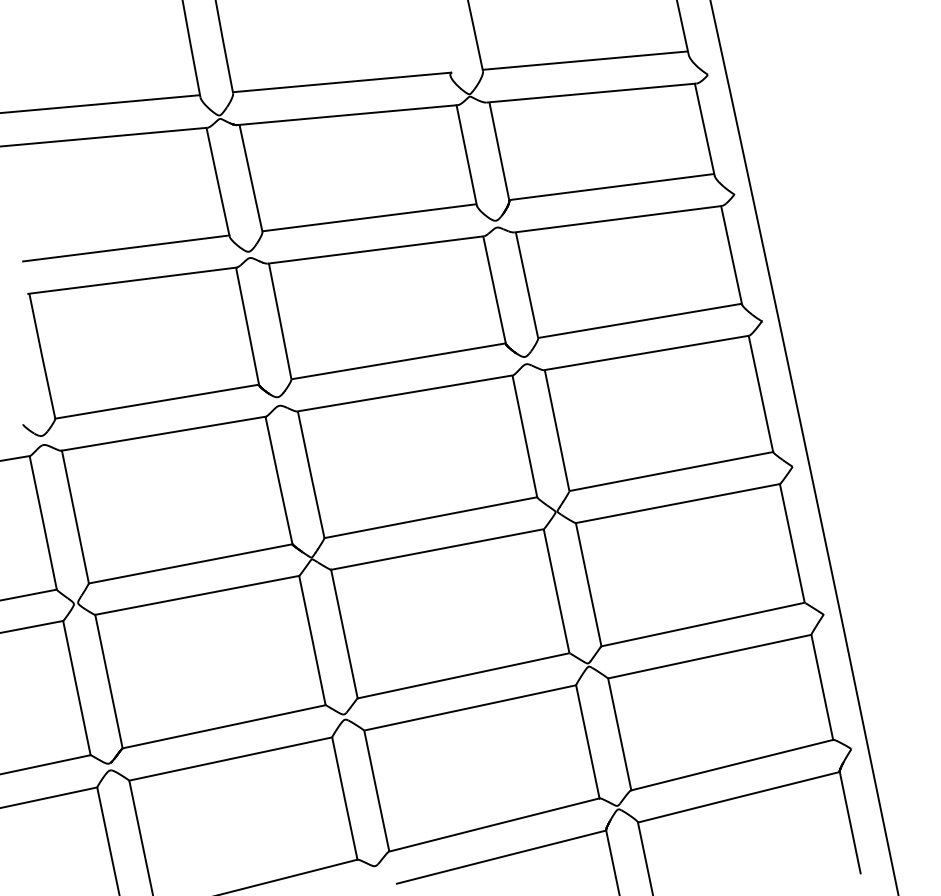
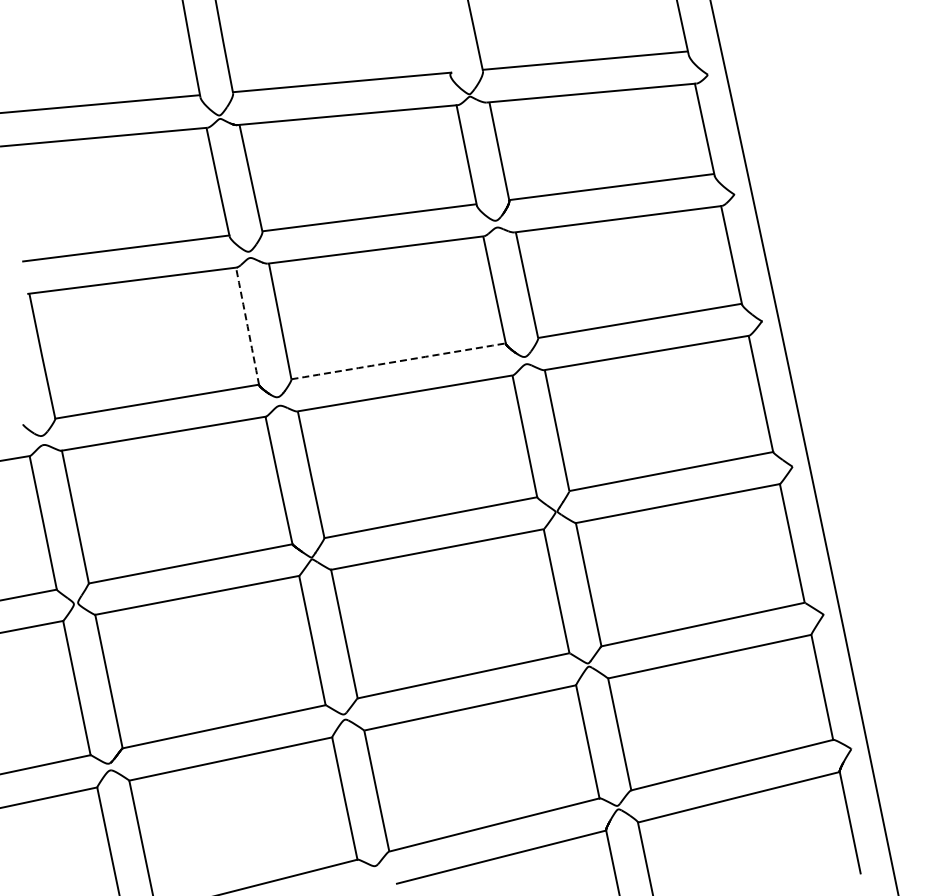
arc at (247, 326): solid -> dashed
arc at (398, 361): solid -> dashed
